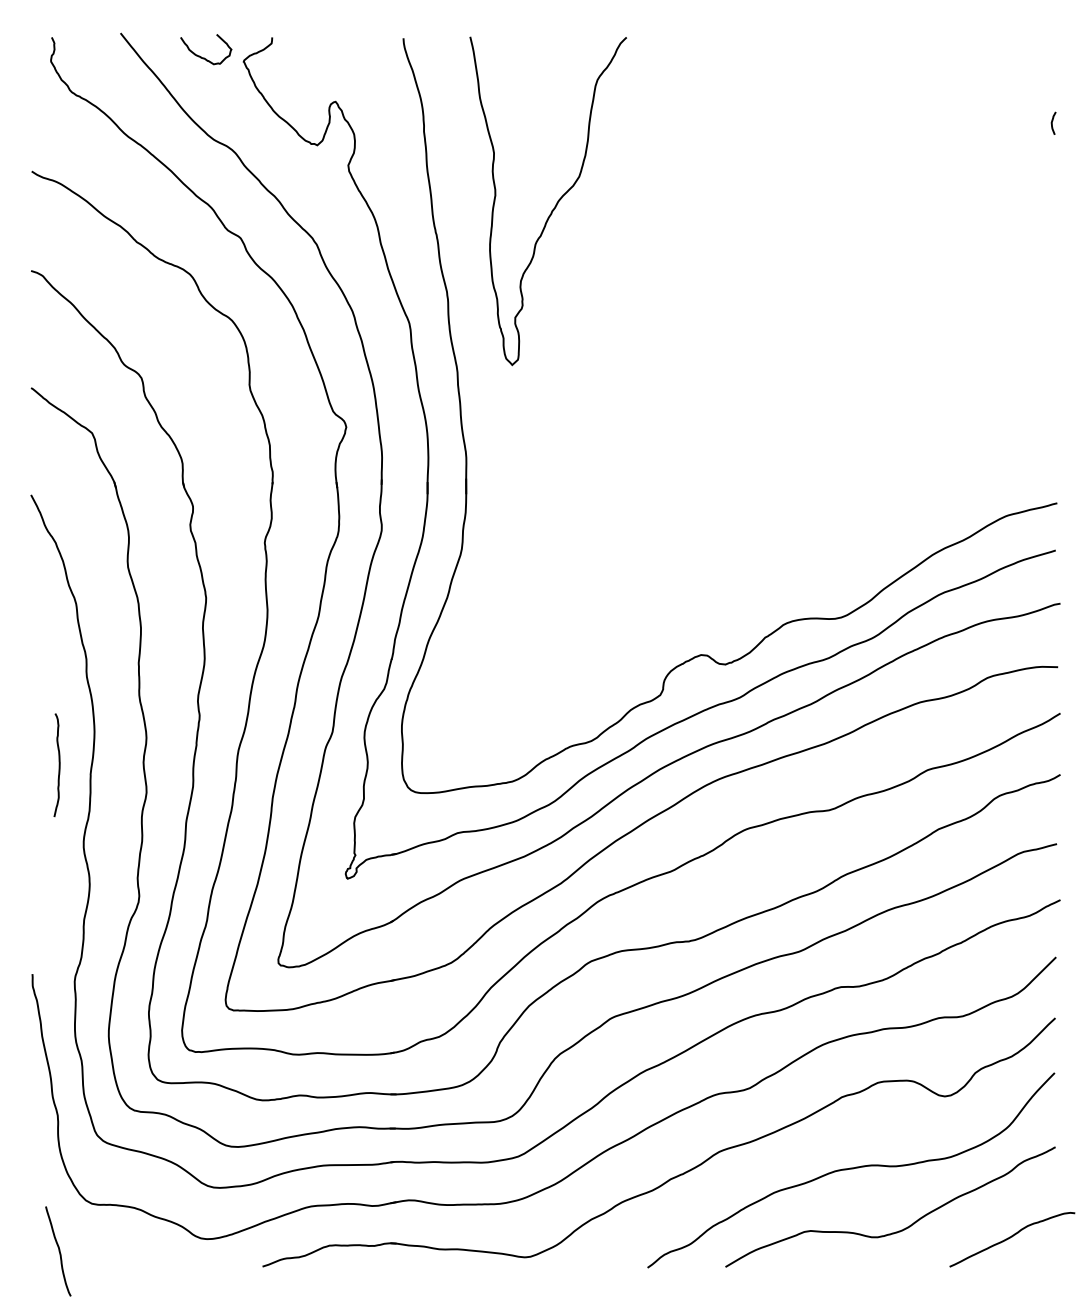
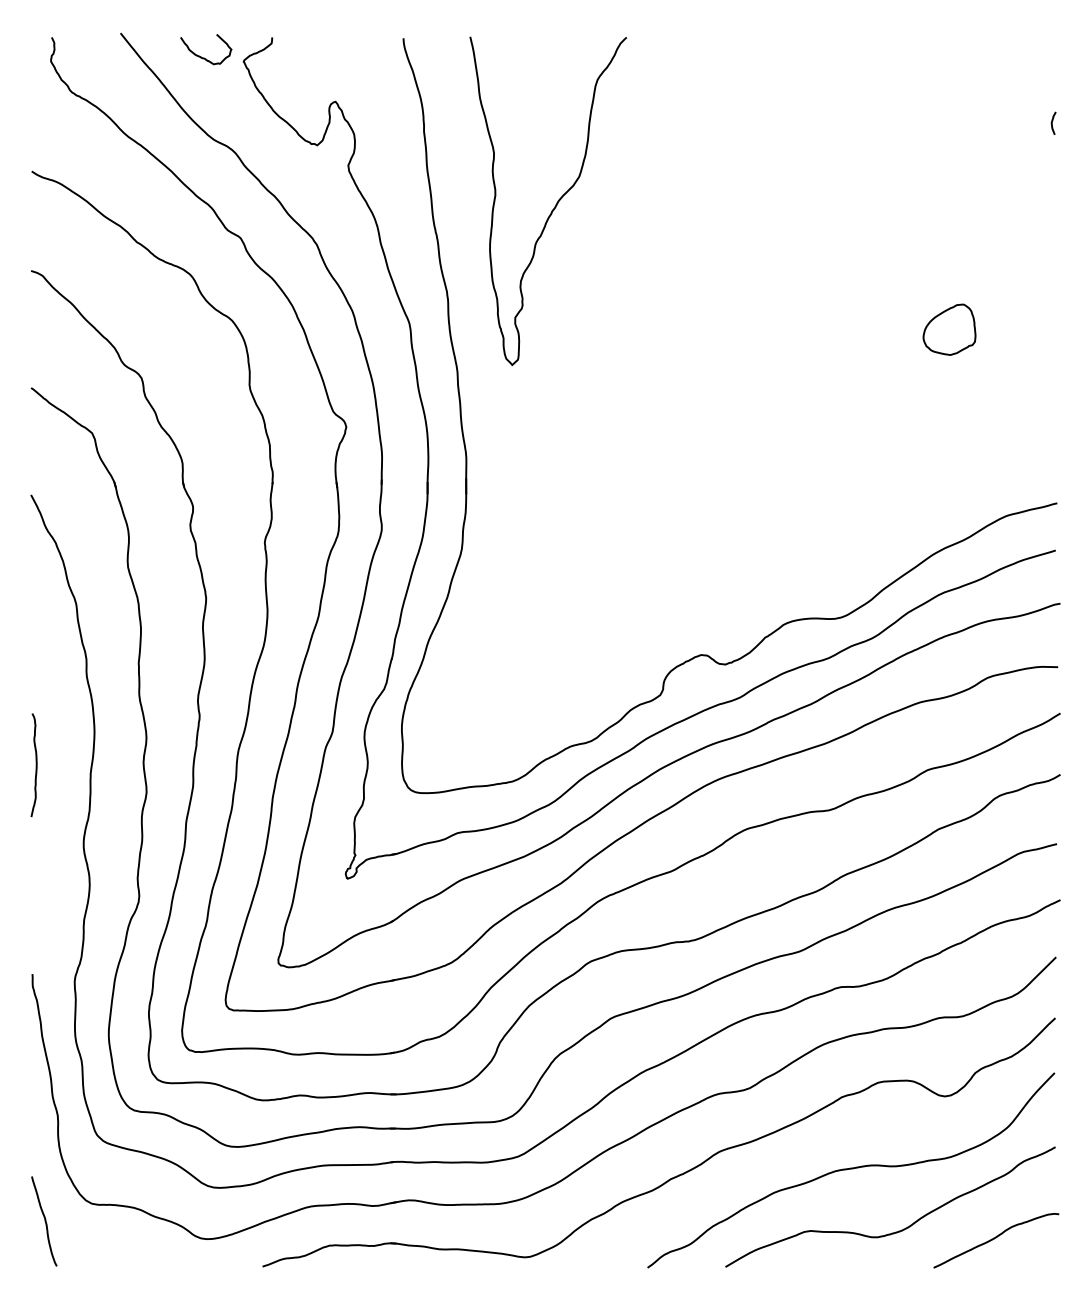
part at (949, 329): none -> present
curve at (58, 765) position: (58, 765) -> (35, 765)
curve at (1012, 1237) position: (1012, 1237) -> (996, 1238)
curve at (58, 1251) position: (58, 1251) -> (44, 1221)
